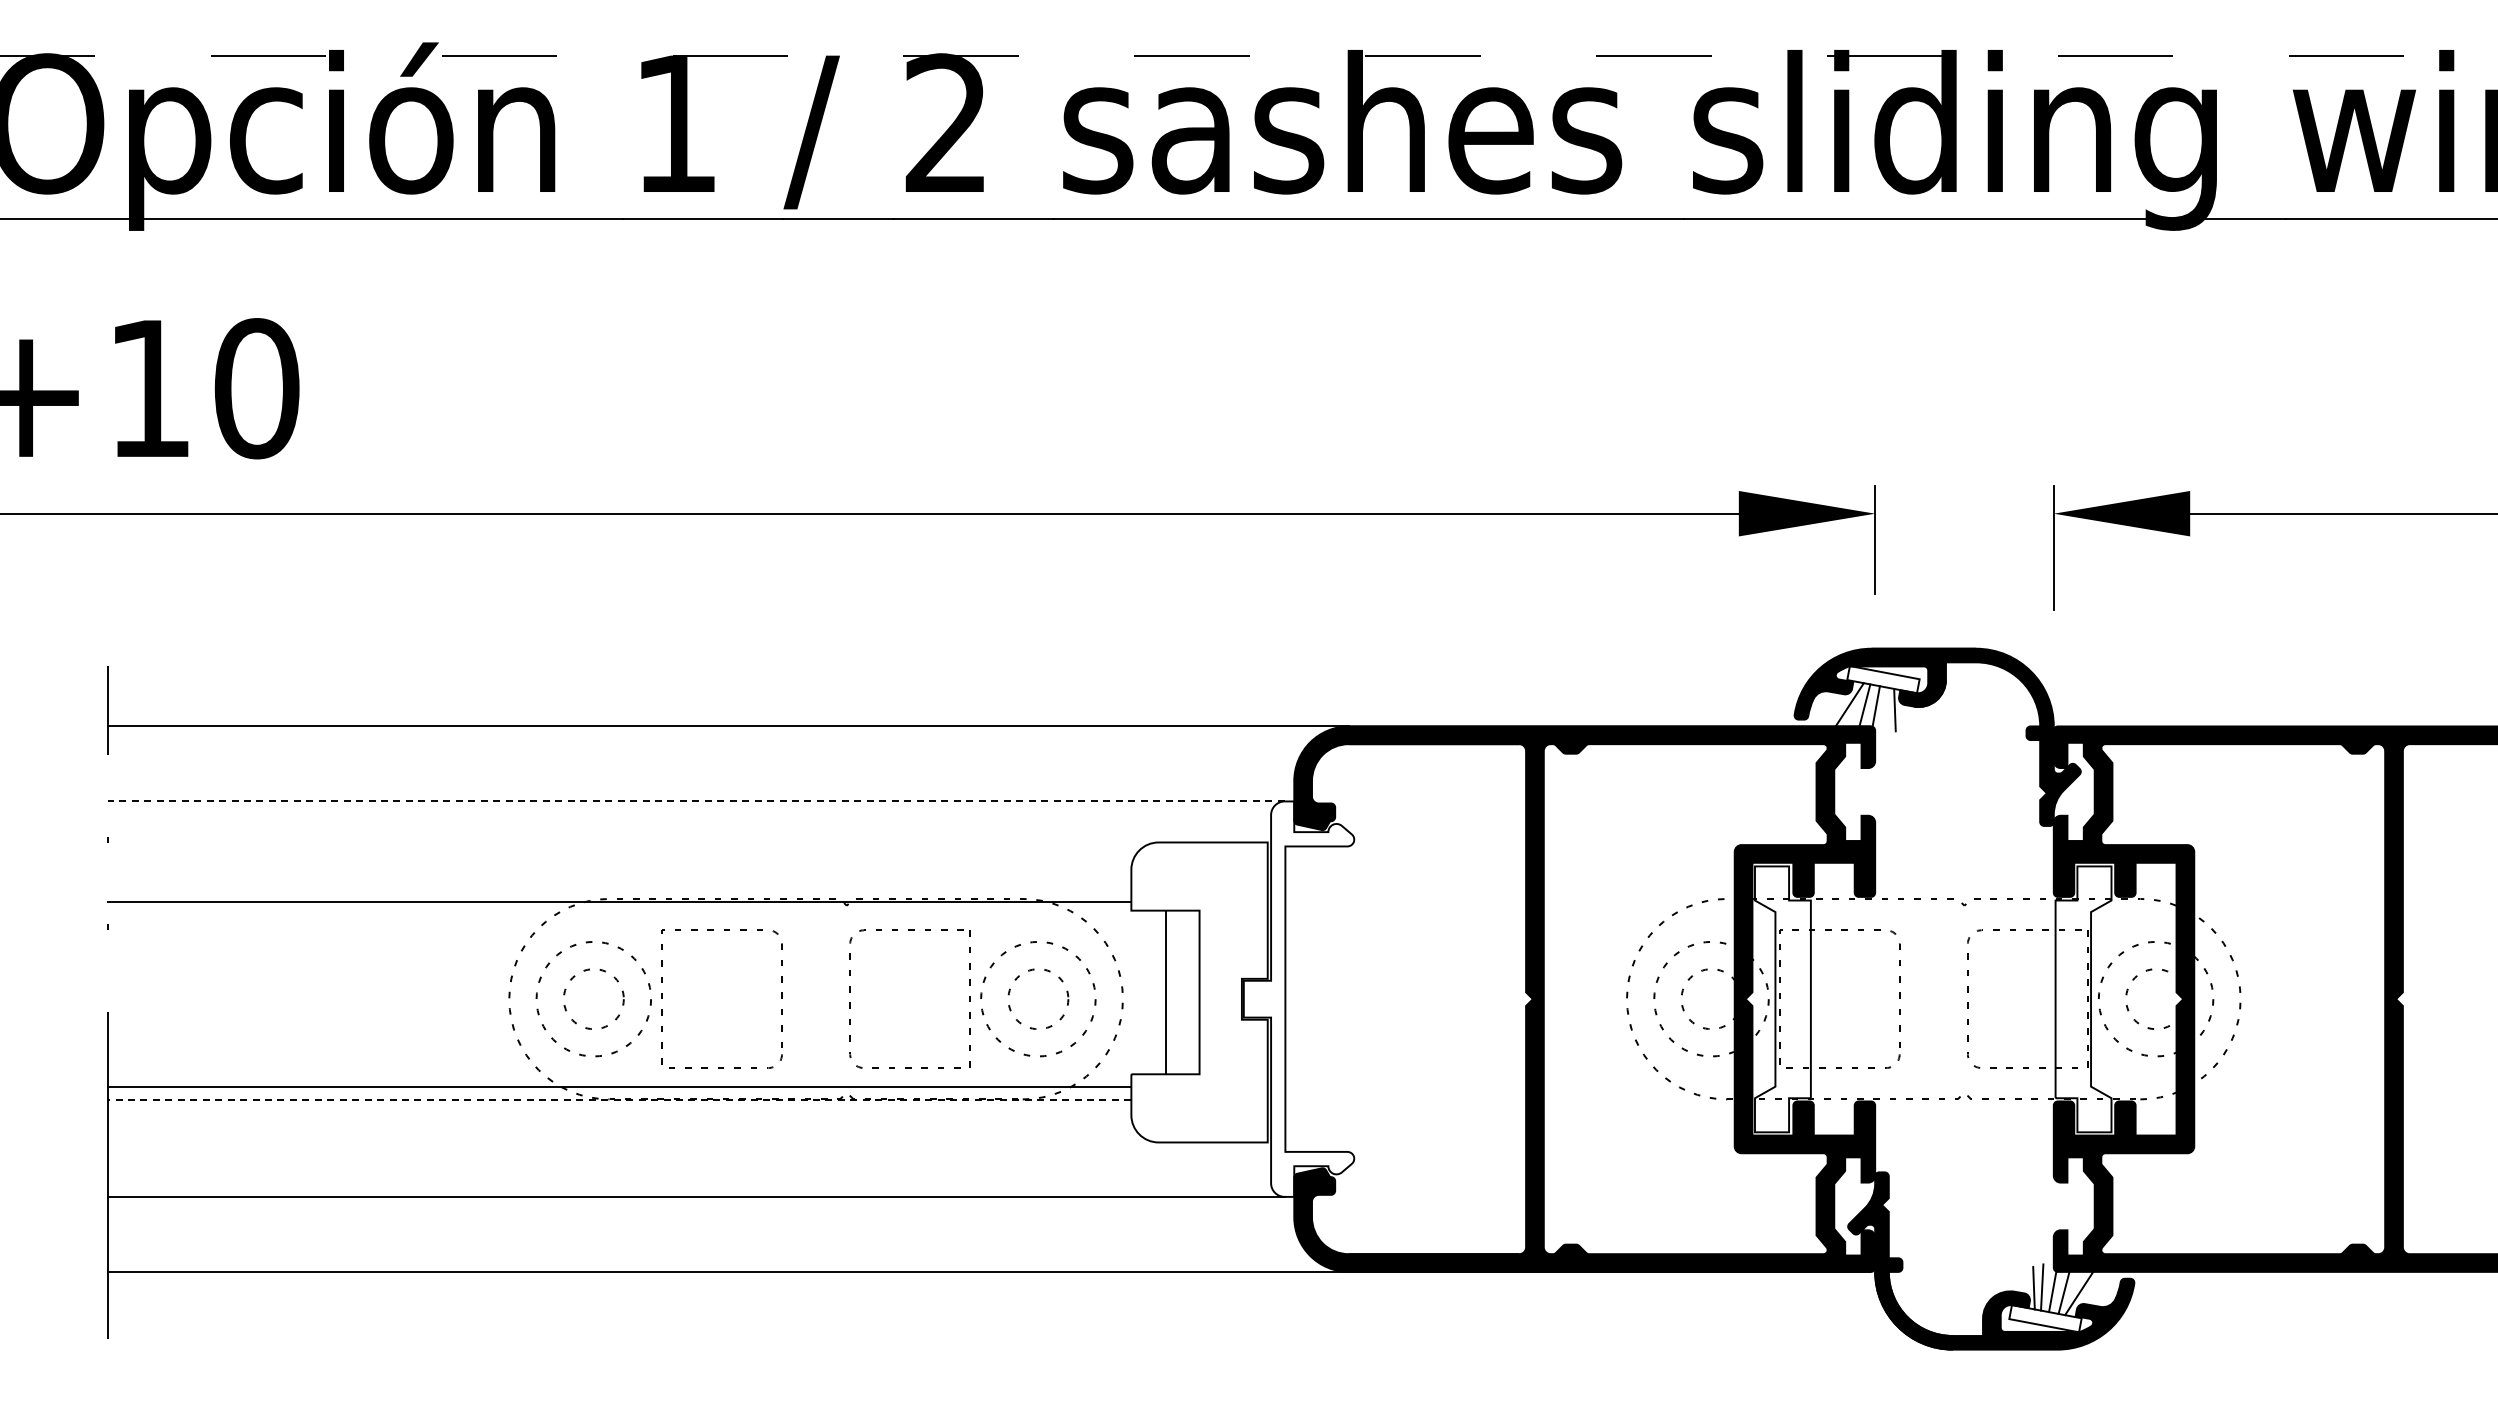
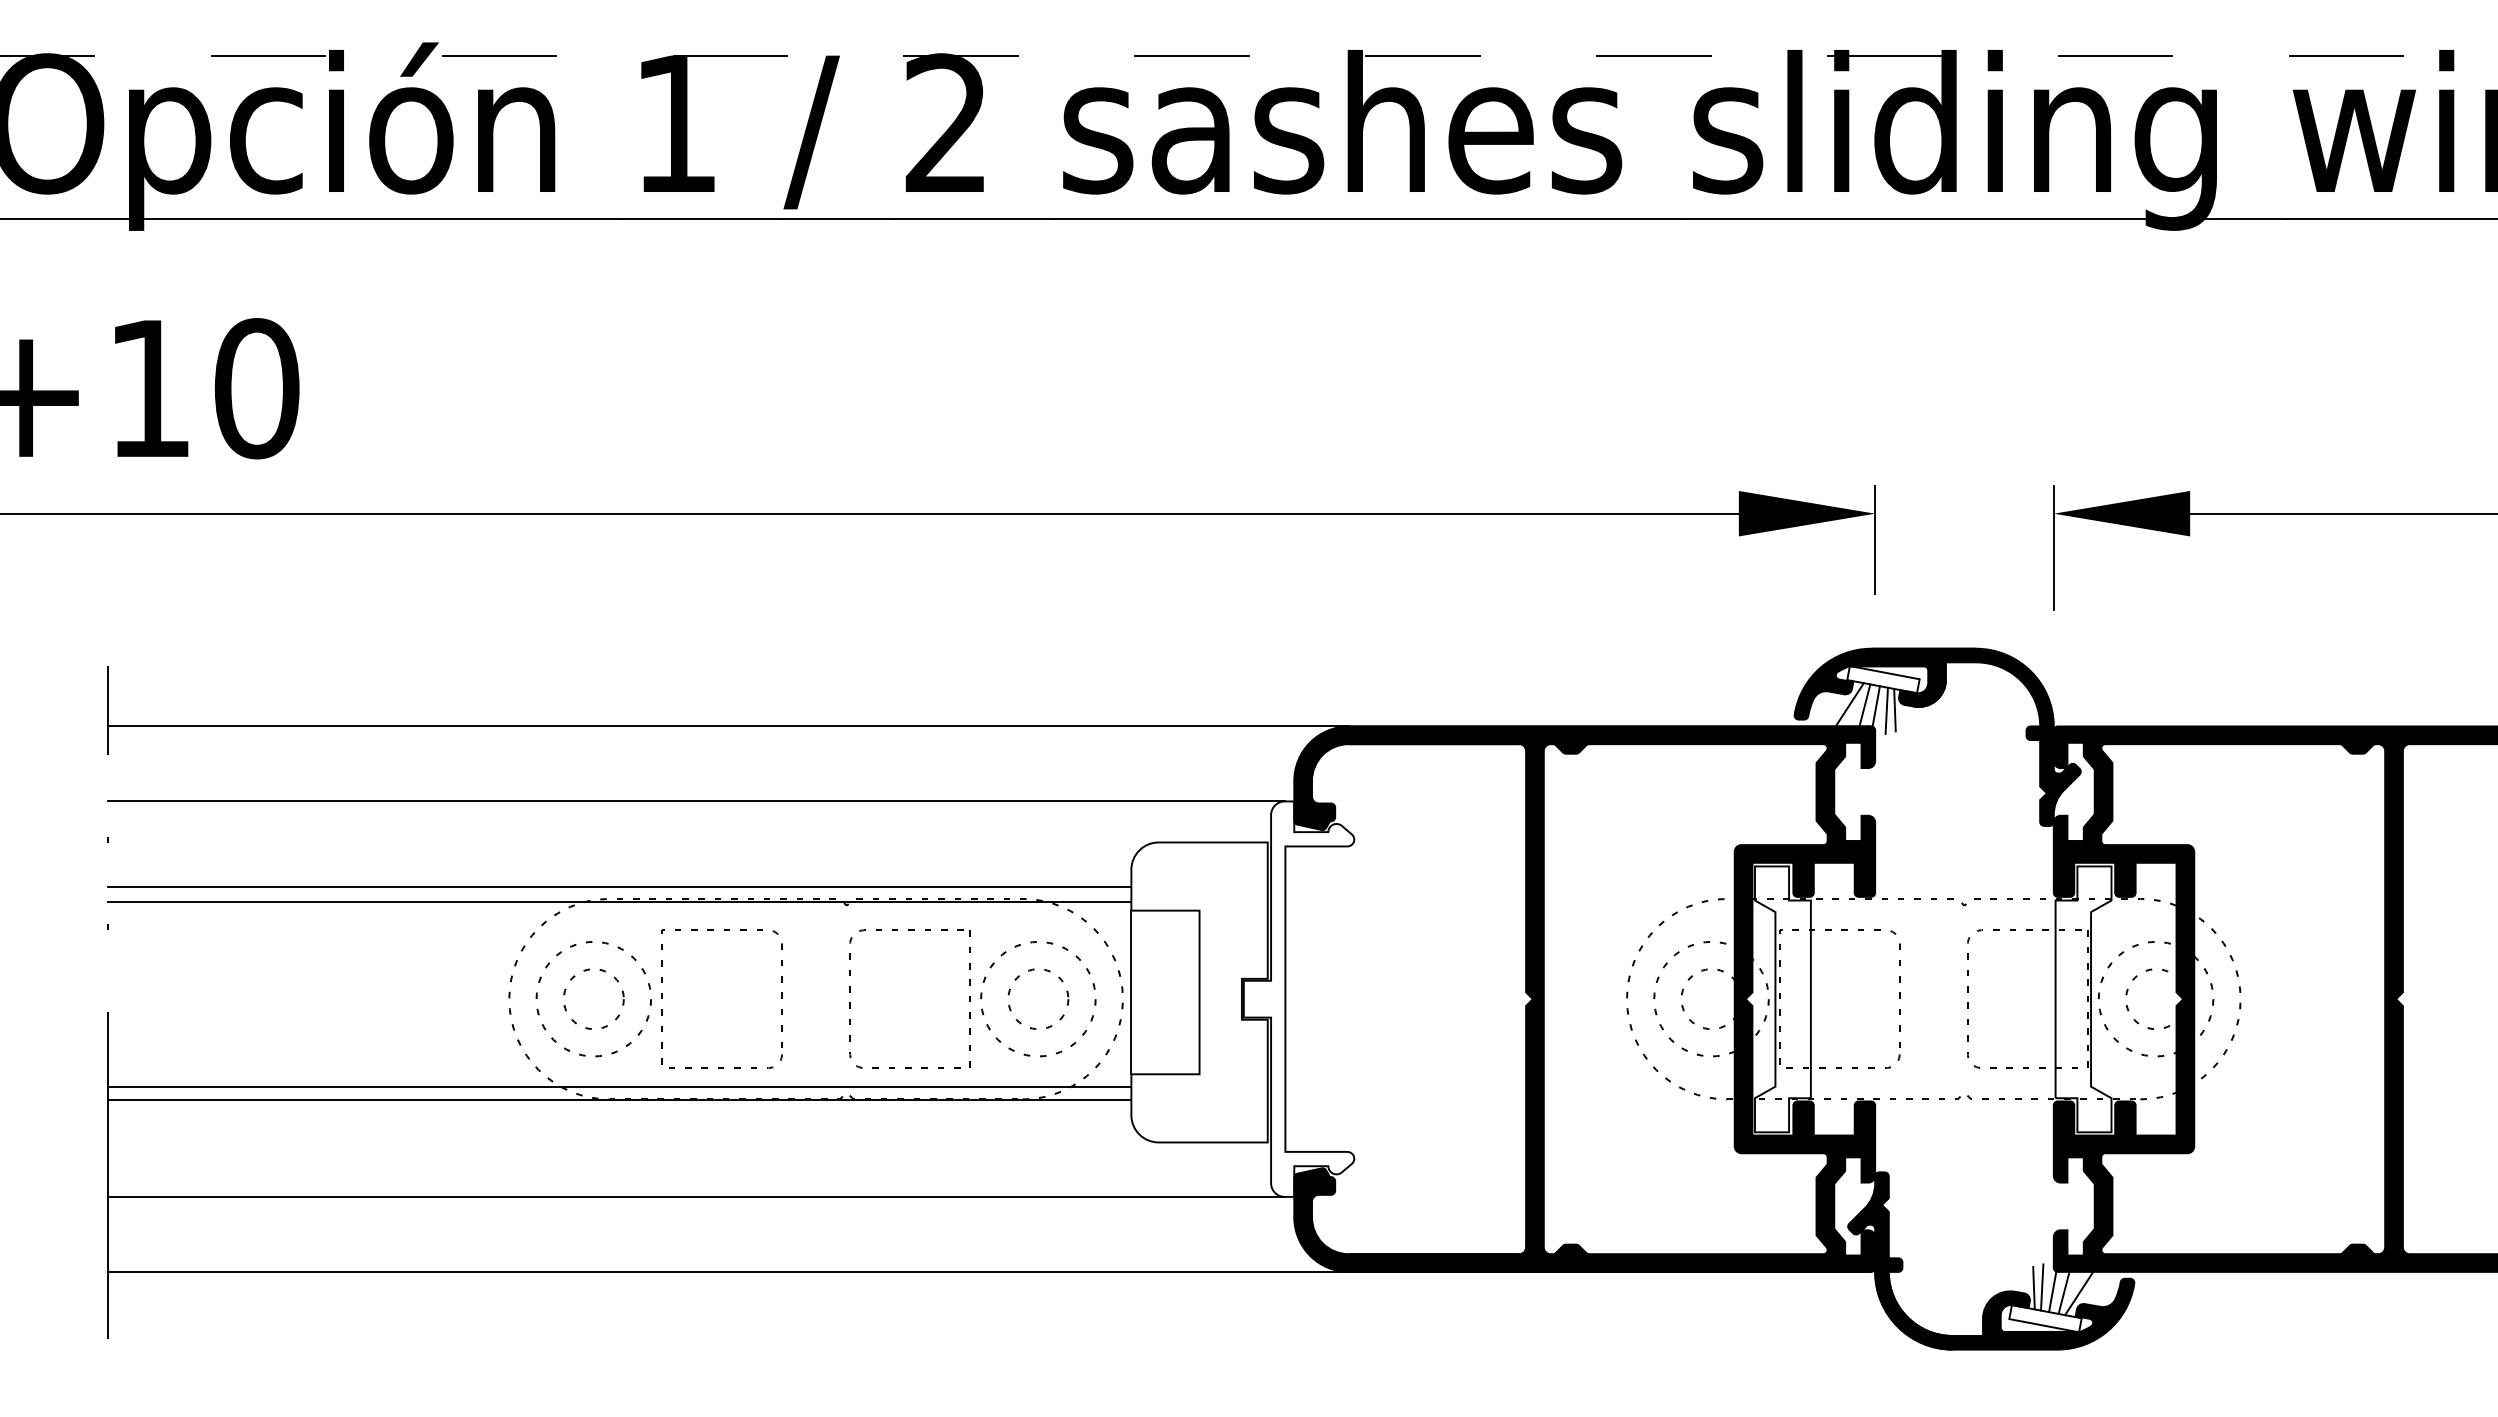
line at (1886, 710): none -> present
line at (696, 801): dashed -> solid
line at (619, 886): none -> present
line at (1166, 992) position: (1166, 992) -> (1131, 992)
line at (619, 1099): dashed -> solid
